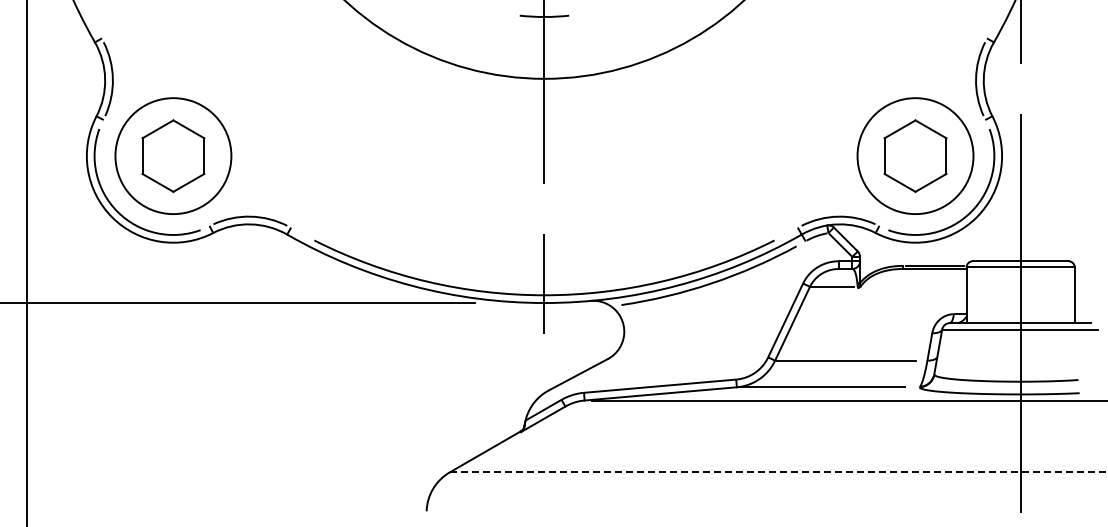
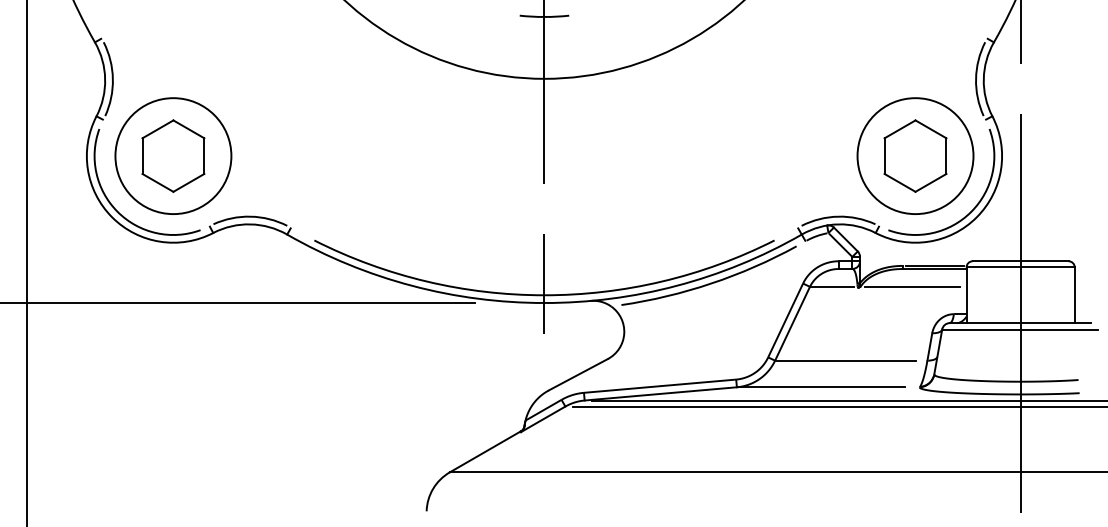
line at (912, 286): none -> present
line at (838, 406): none -> present
line at (778, 472): dashed -> solid
